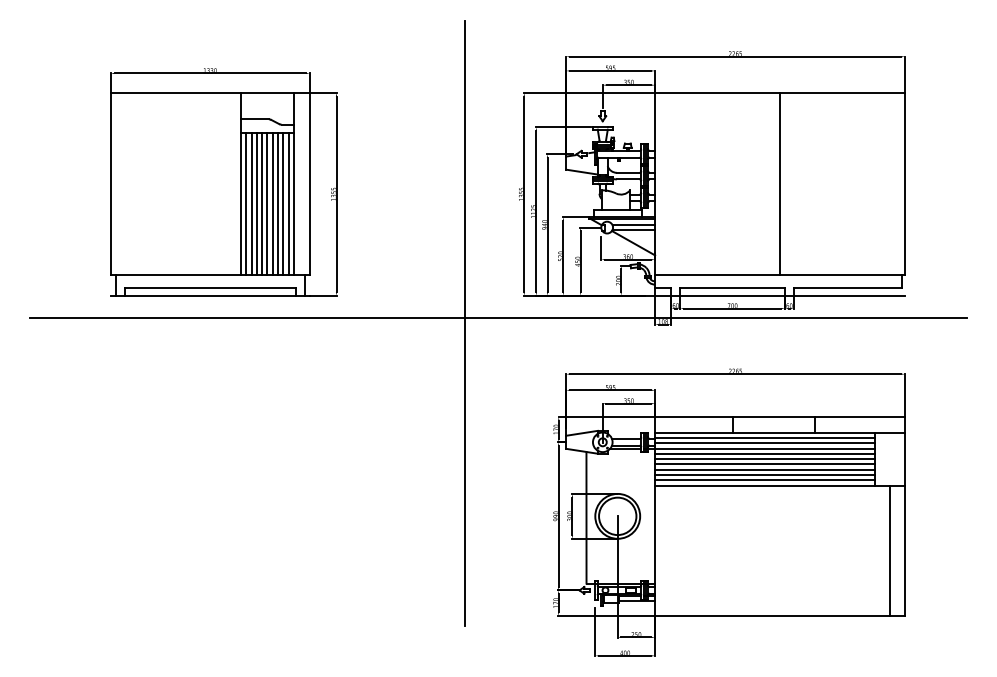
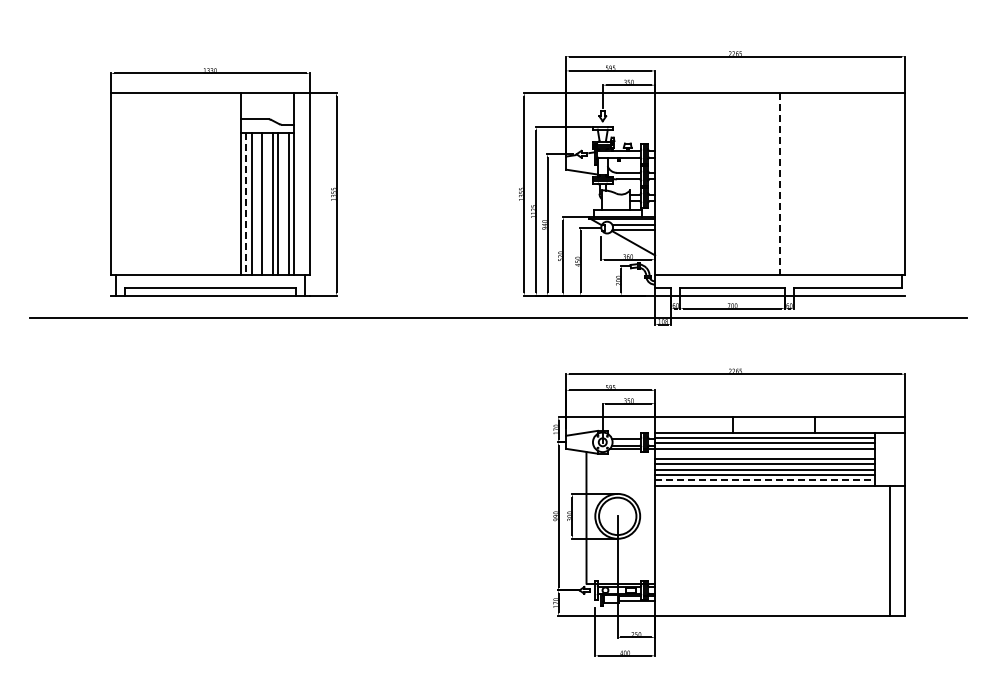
line at (780, 183): solid -> dashed
line at (246, 203): solid -> dashed
line at (256, 203): present -> none
line at (267, 203): present -> none
line at (283, 203): present -> none
line at (465, 323): present -> none
line at (765, 453): present -> none
line at (765, 480): solid -> dashed
